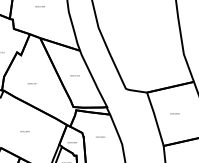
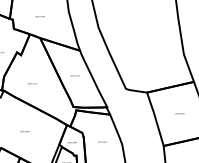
text at (39, 6) position: (39, 6) -> (39, 16)
text at (174, 113) position: (174, 113) -> (179, 113)
text at (100, 136) position: (100, 136) -> (102, 141)
